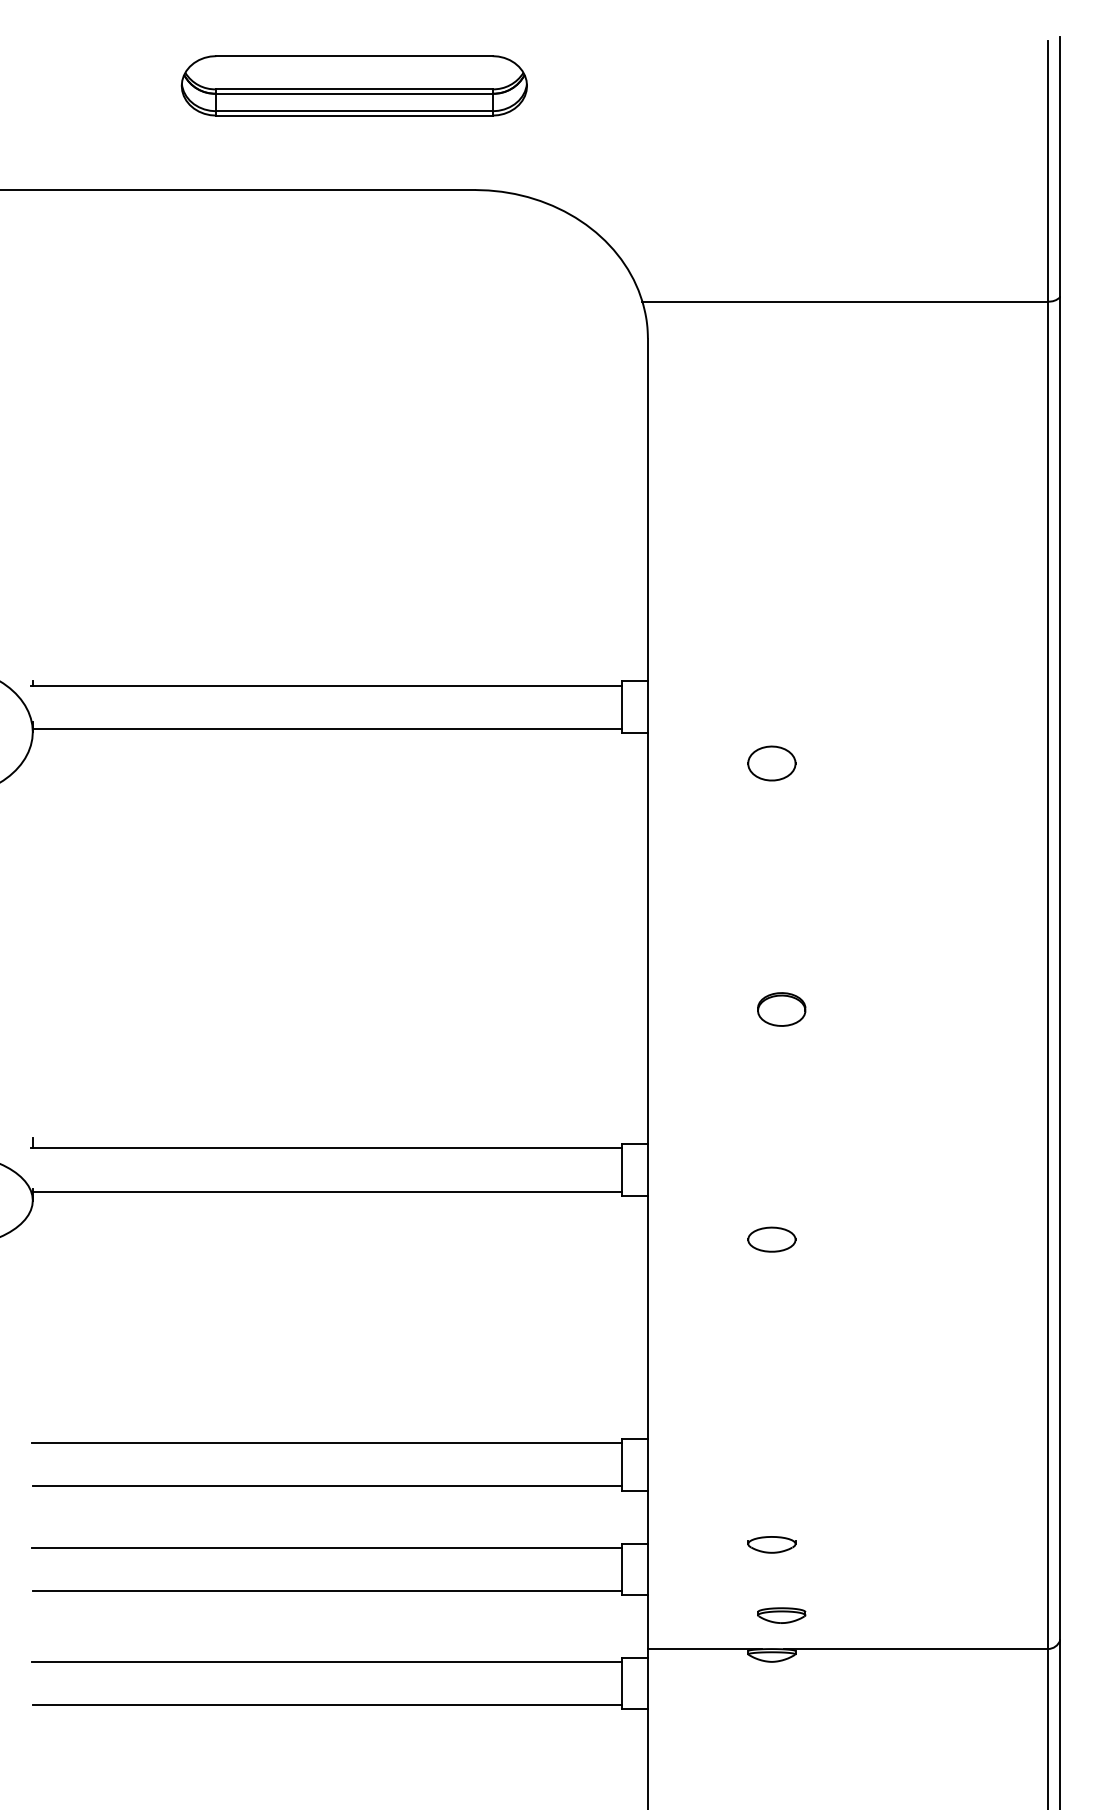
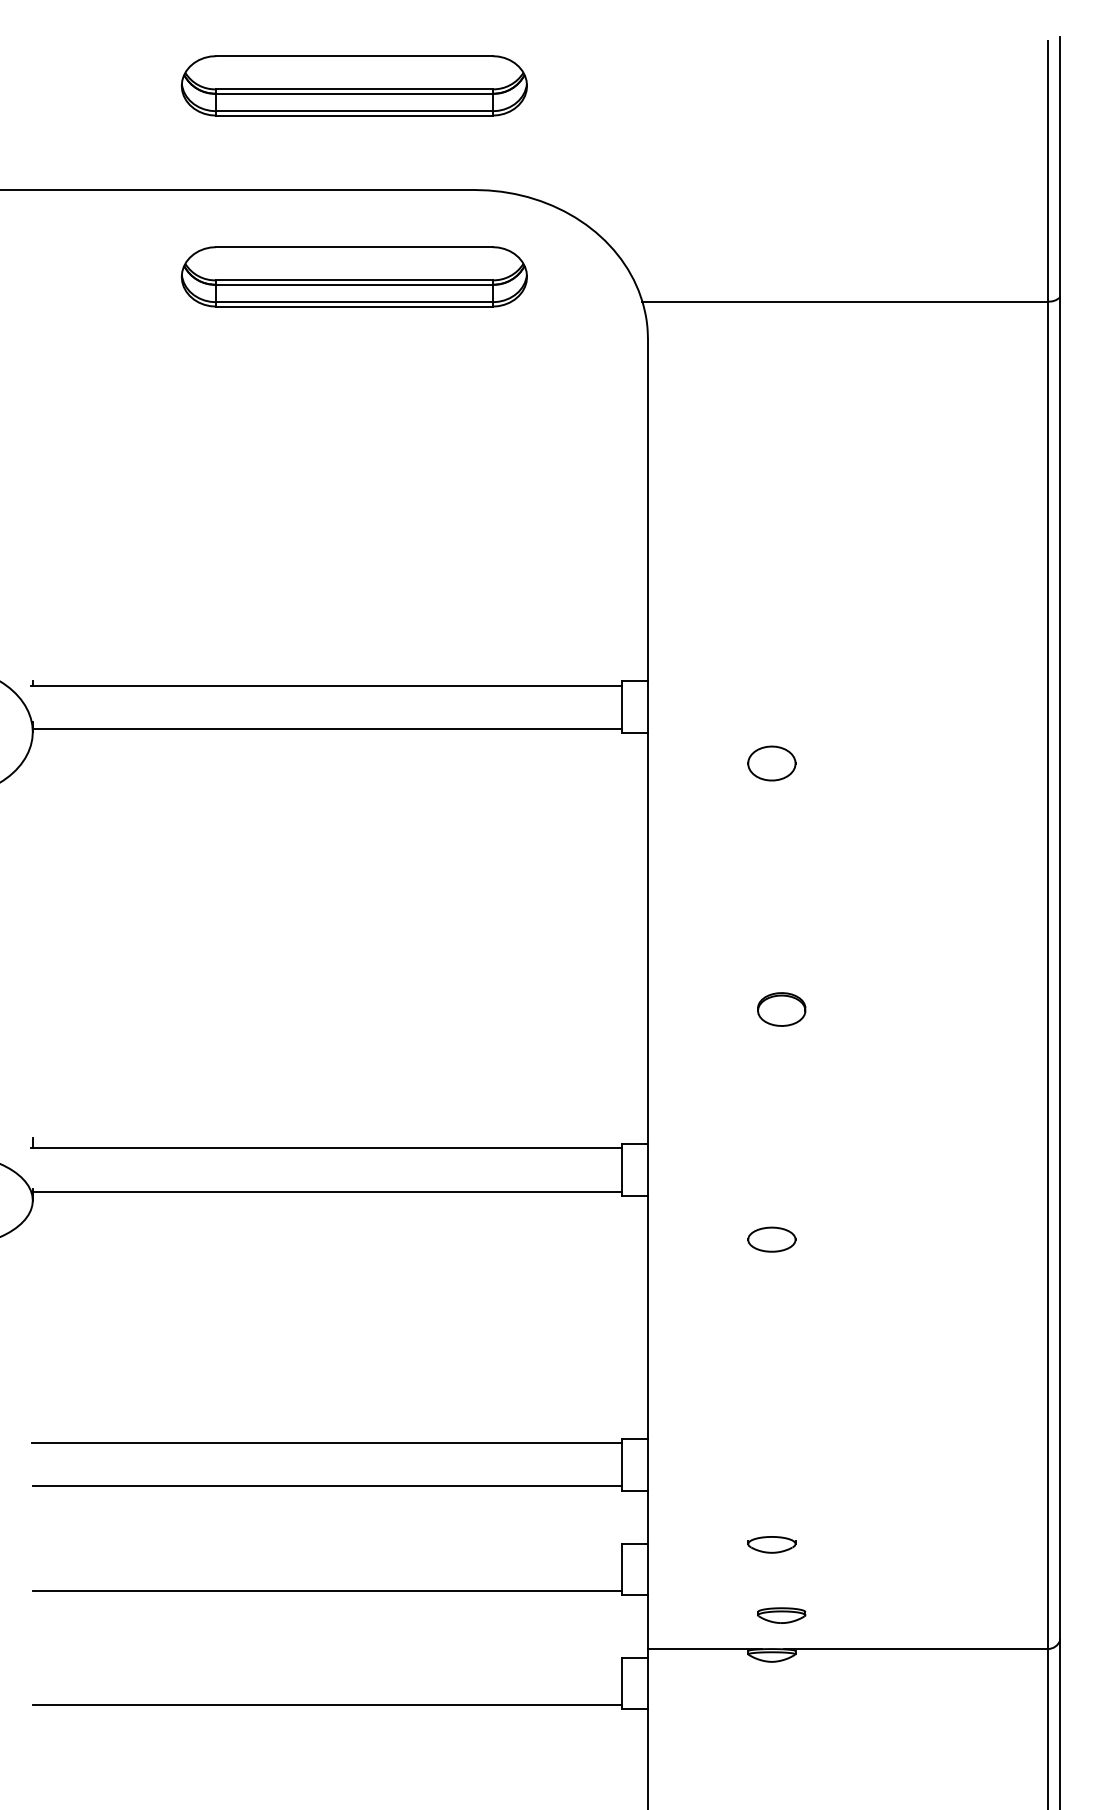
part at (353, 276): none -> present
line at (327, 1547): present -> none
line at (326, 1661): present -> none
